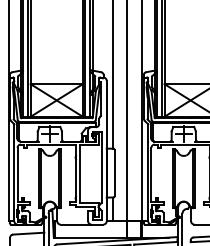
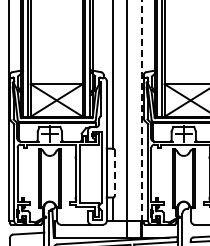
line at (142, 111): solid -> dashed
line at (114, 173): solid -> dashed
